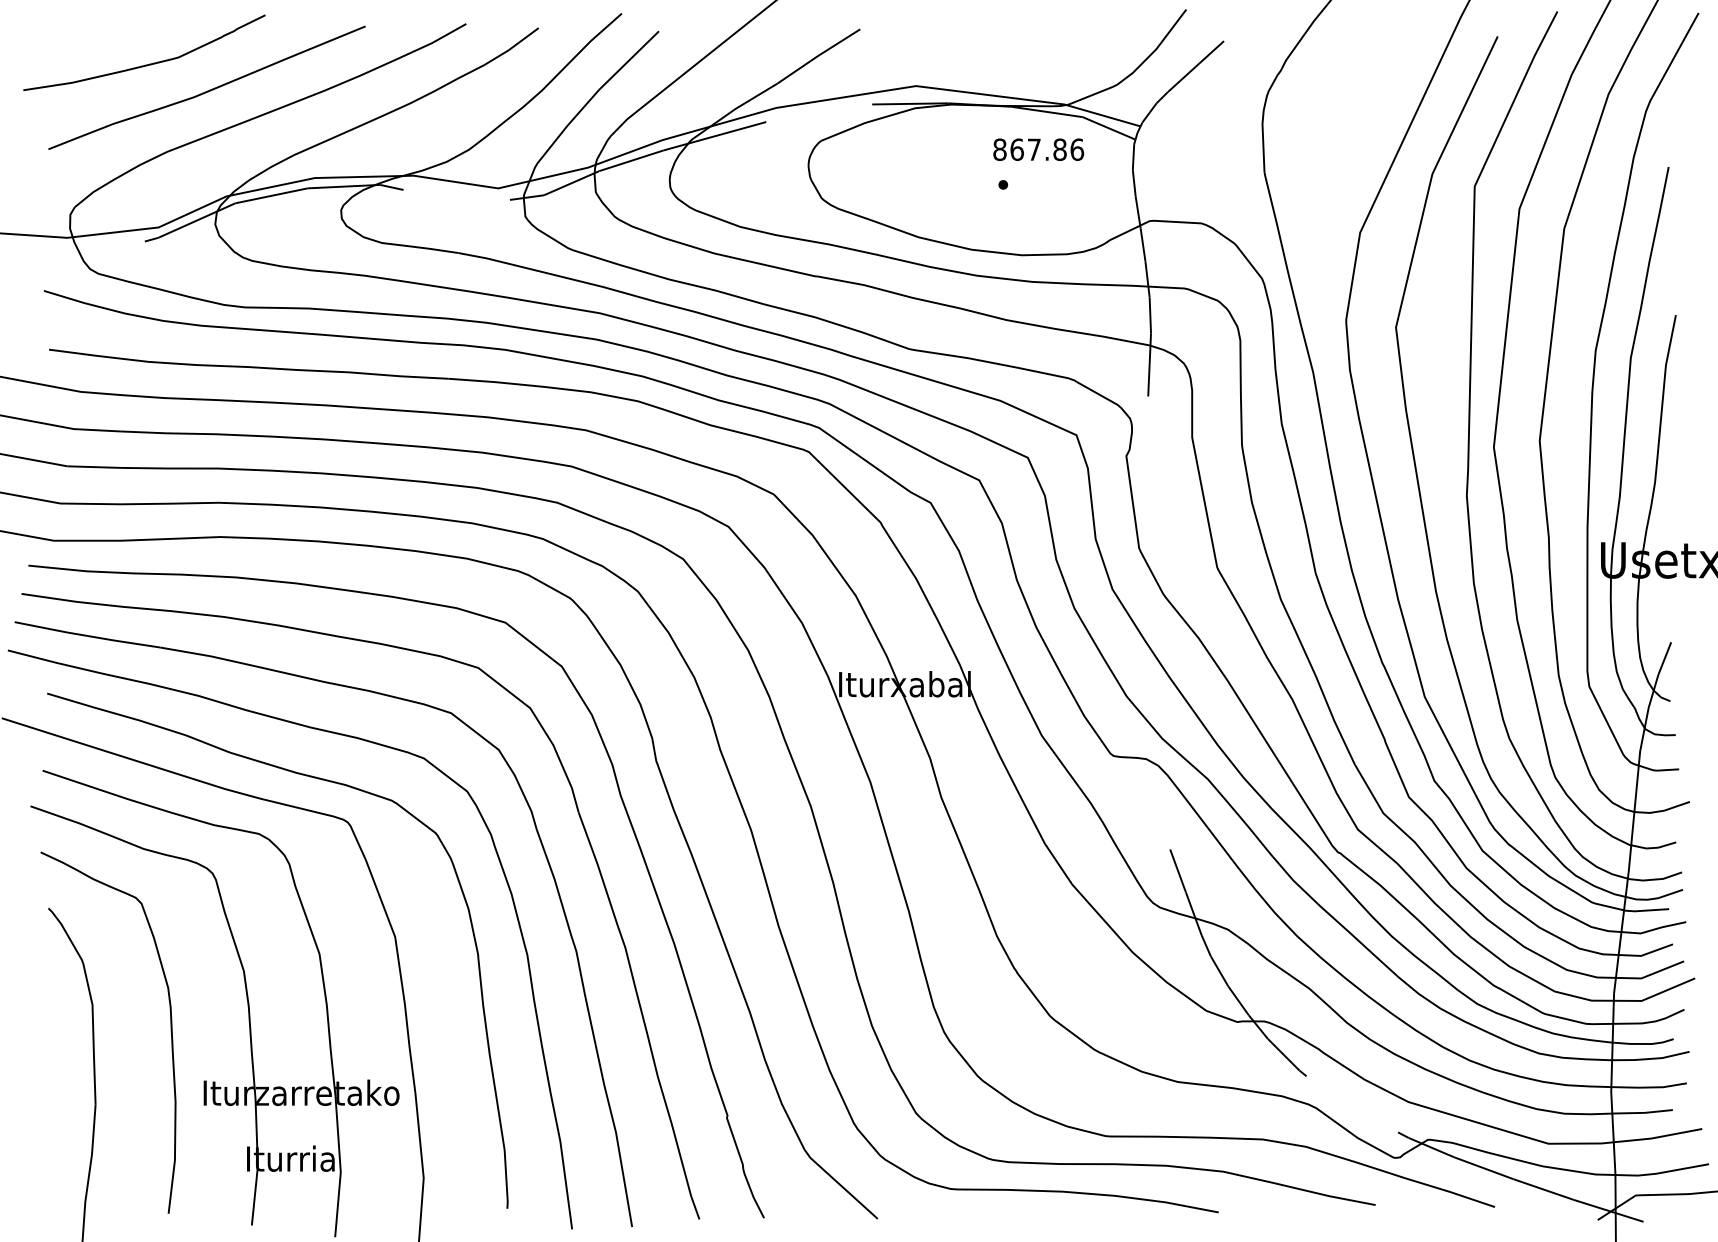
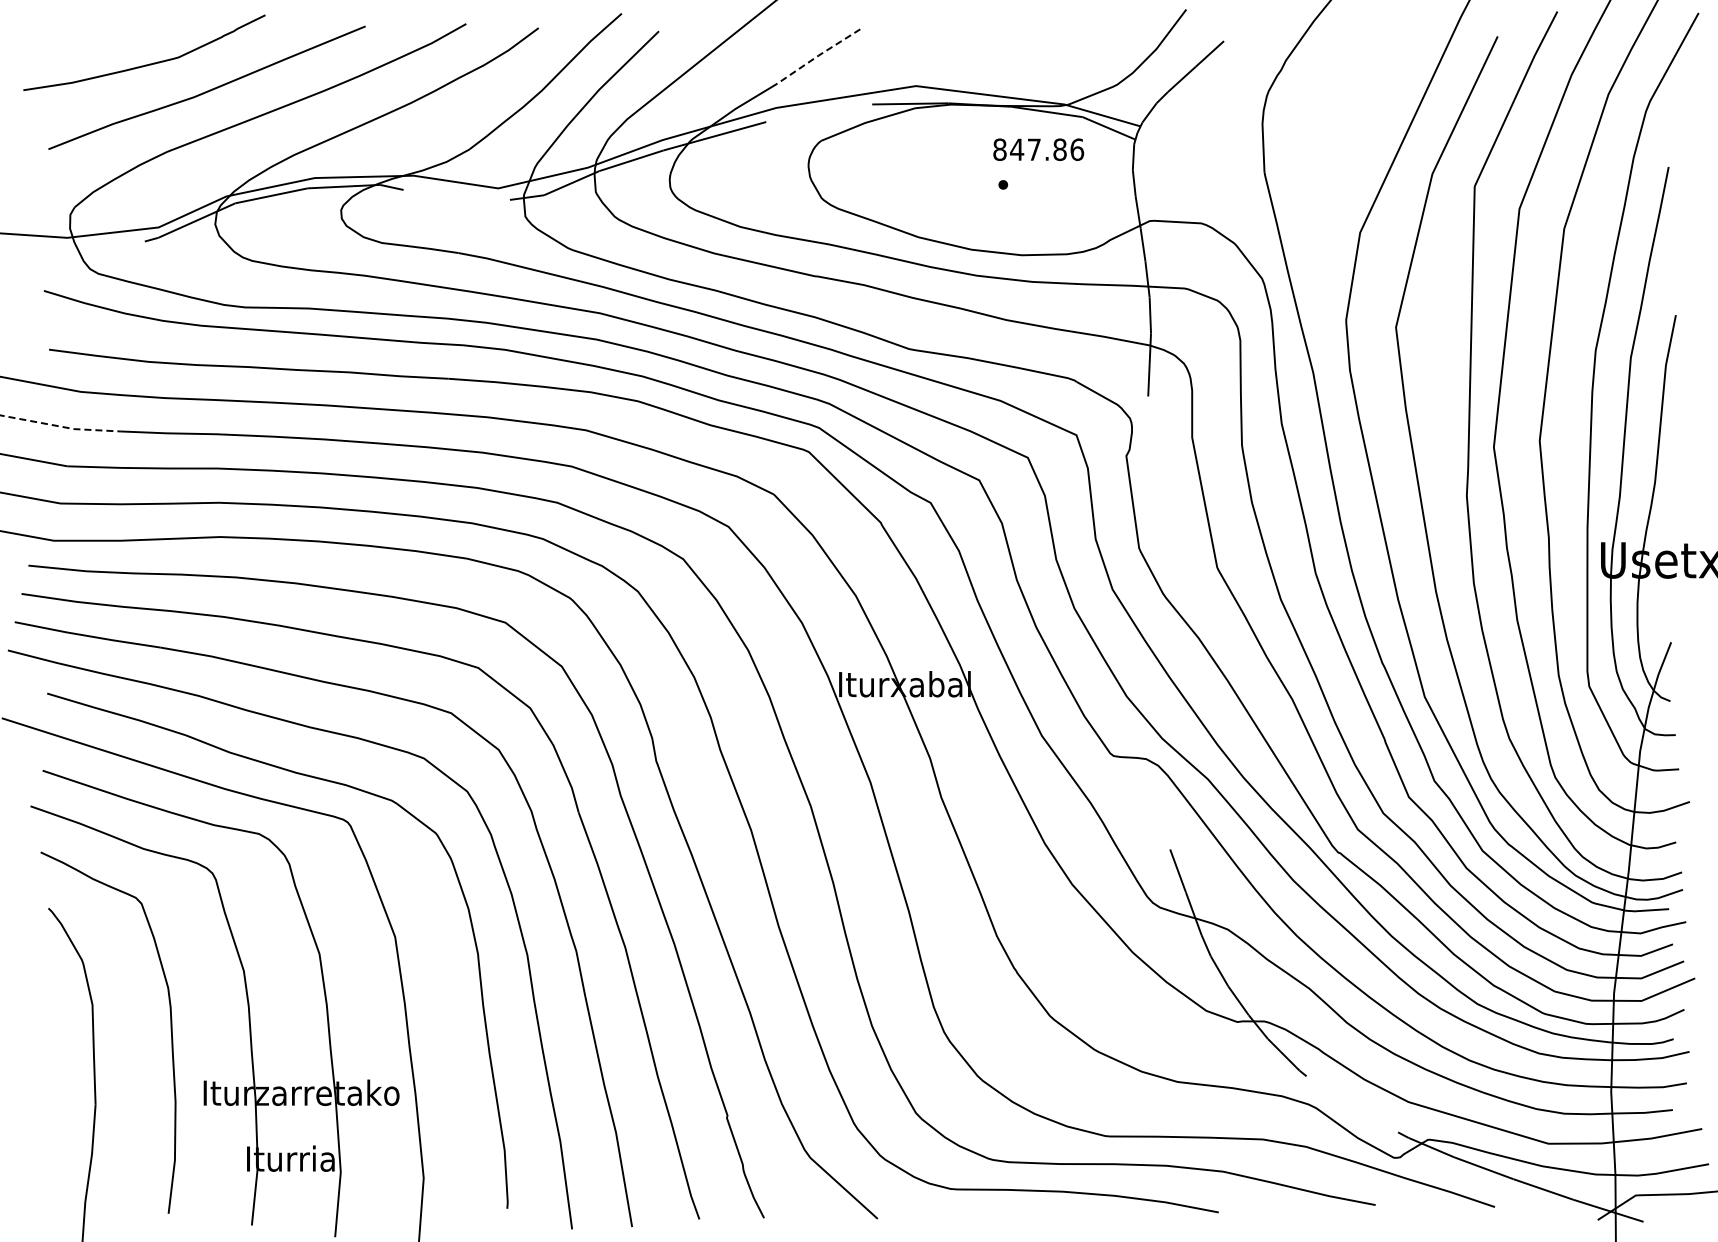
line at (818, 55): solid -> dashed
text at (1017, 149): 867.86 -> 847.86
line at (61, 426): solid -> dashed
